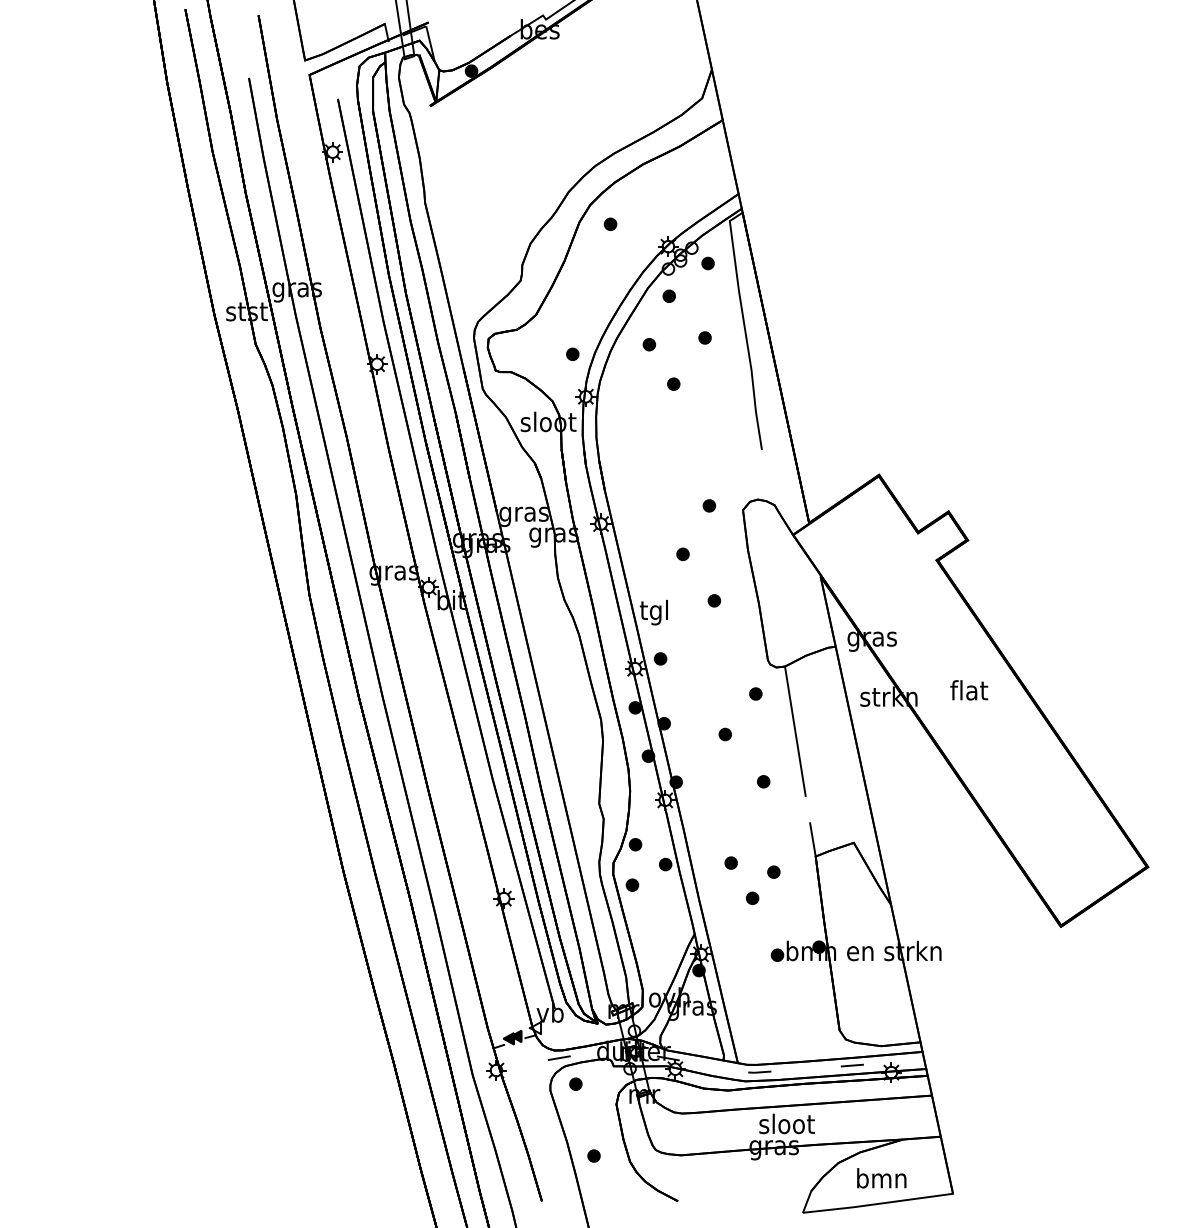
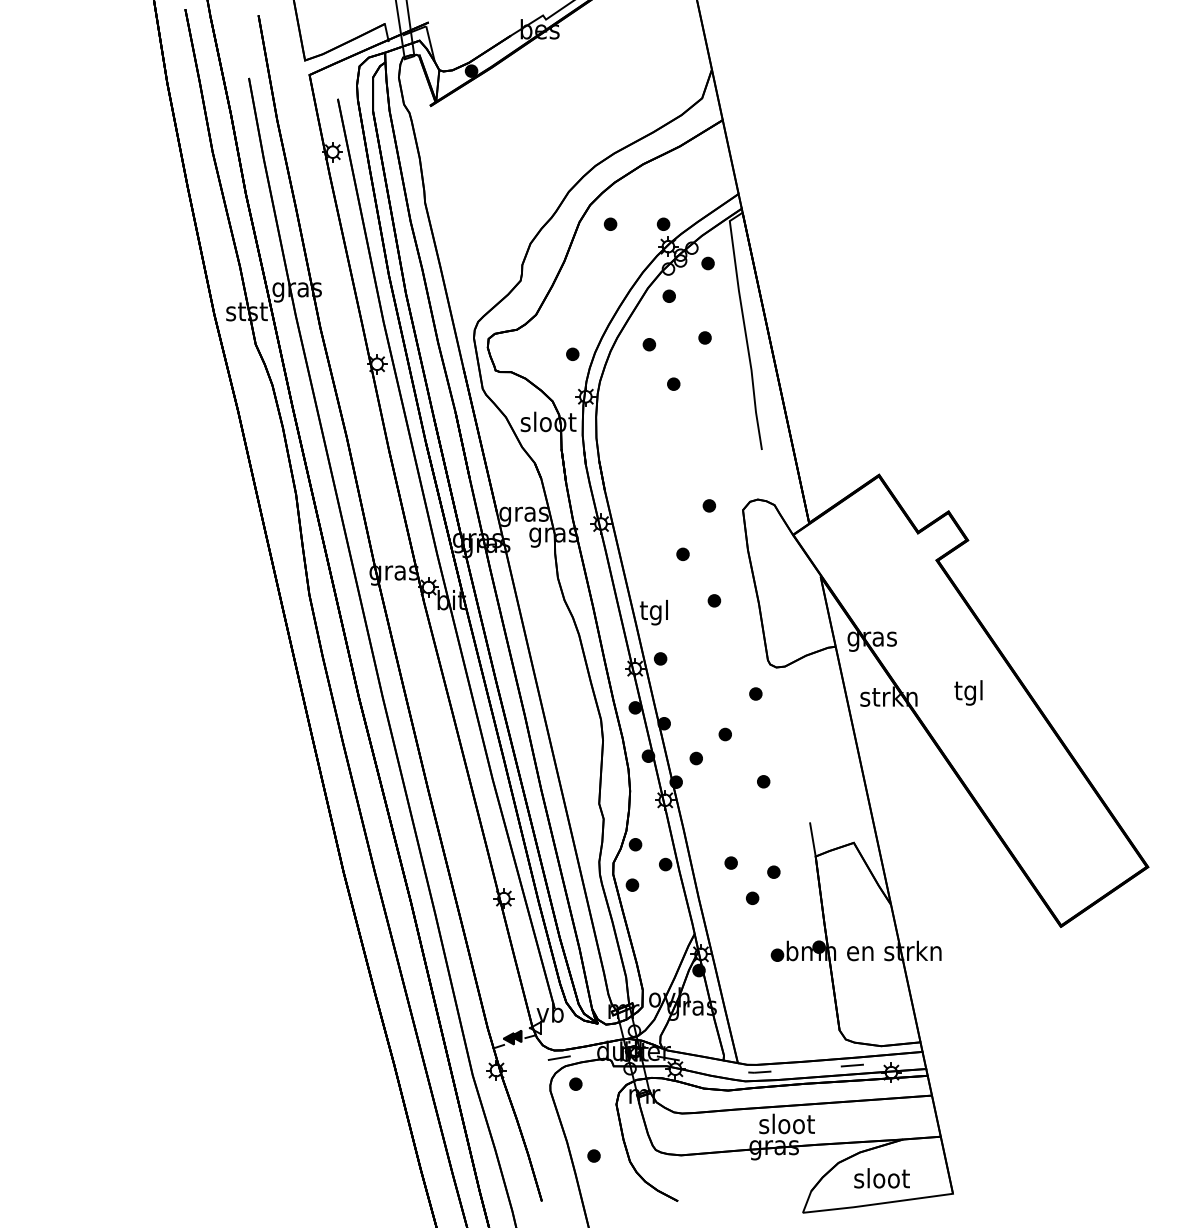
part at (663, 223): none -> present
text at (969, 692): flat -> tgl
line at (795, 730): present -> none
part at (695, 758): none -> present
text at (881, 1178): bmn -> sloot
